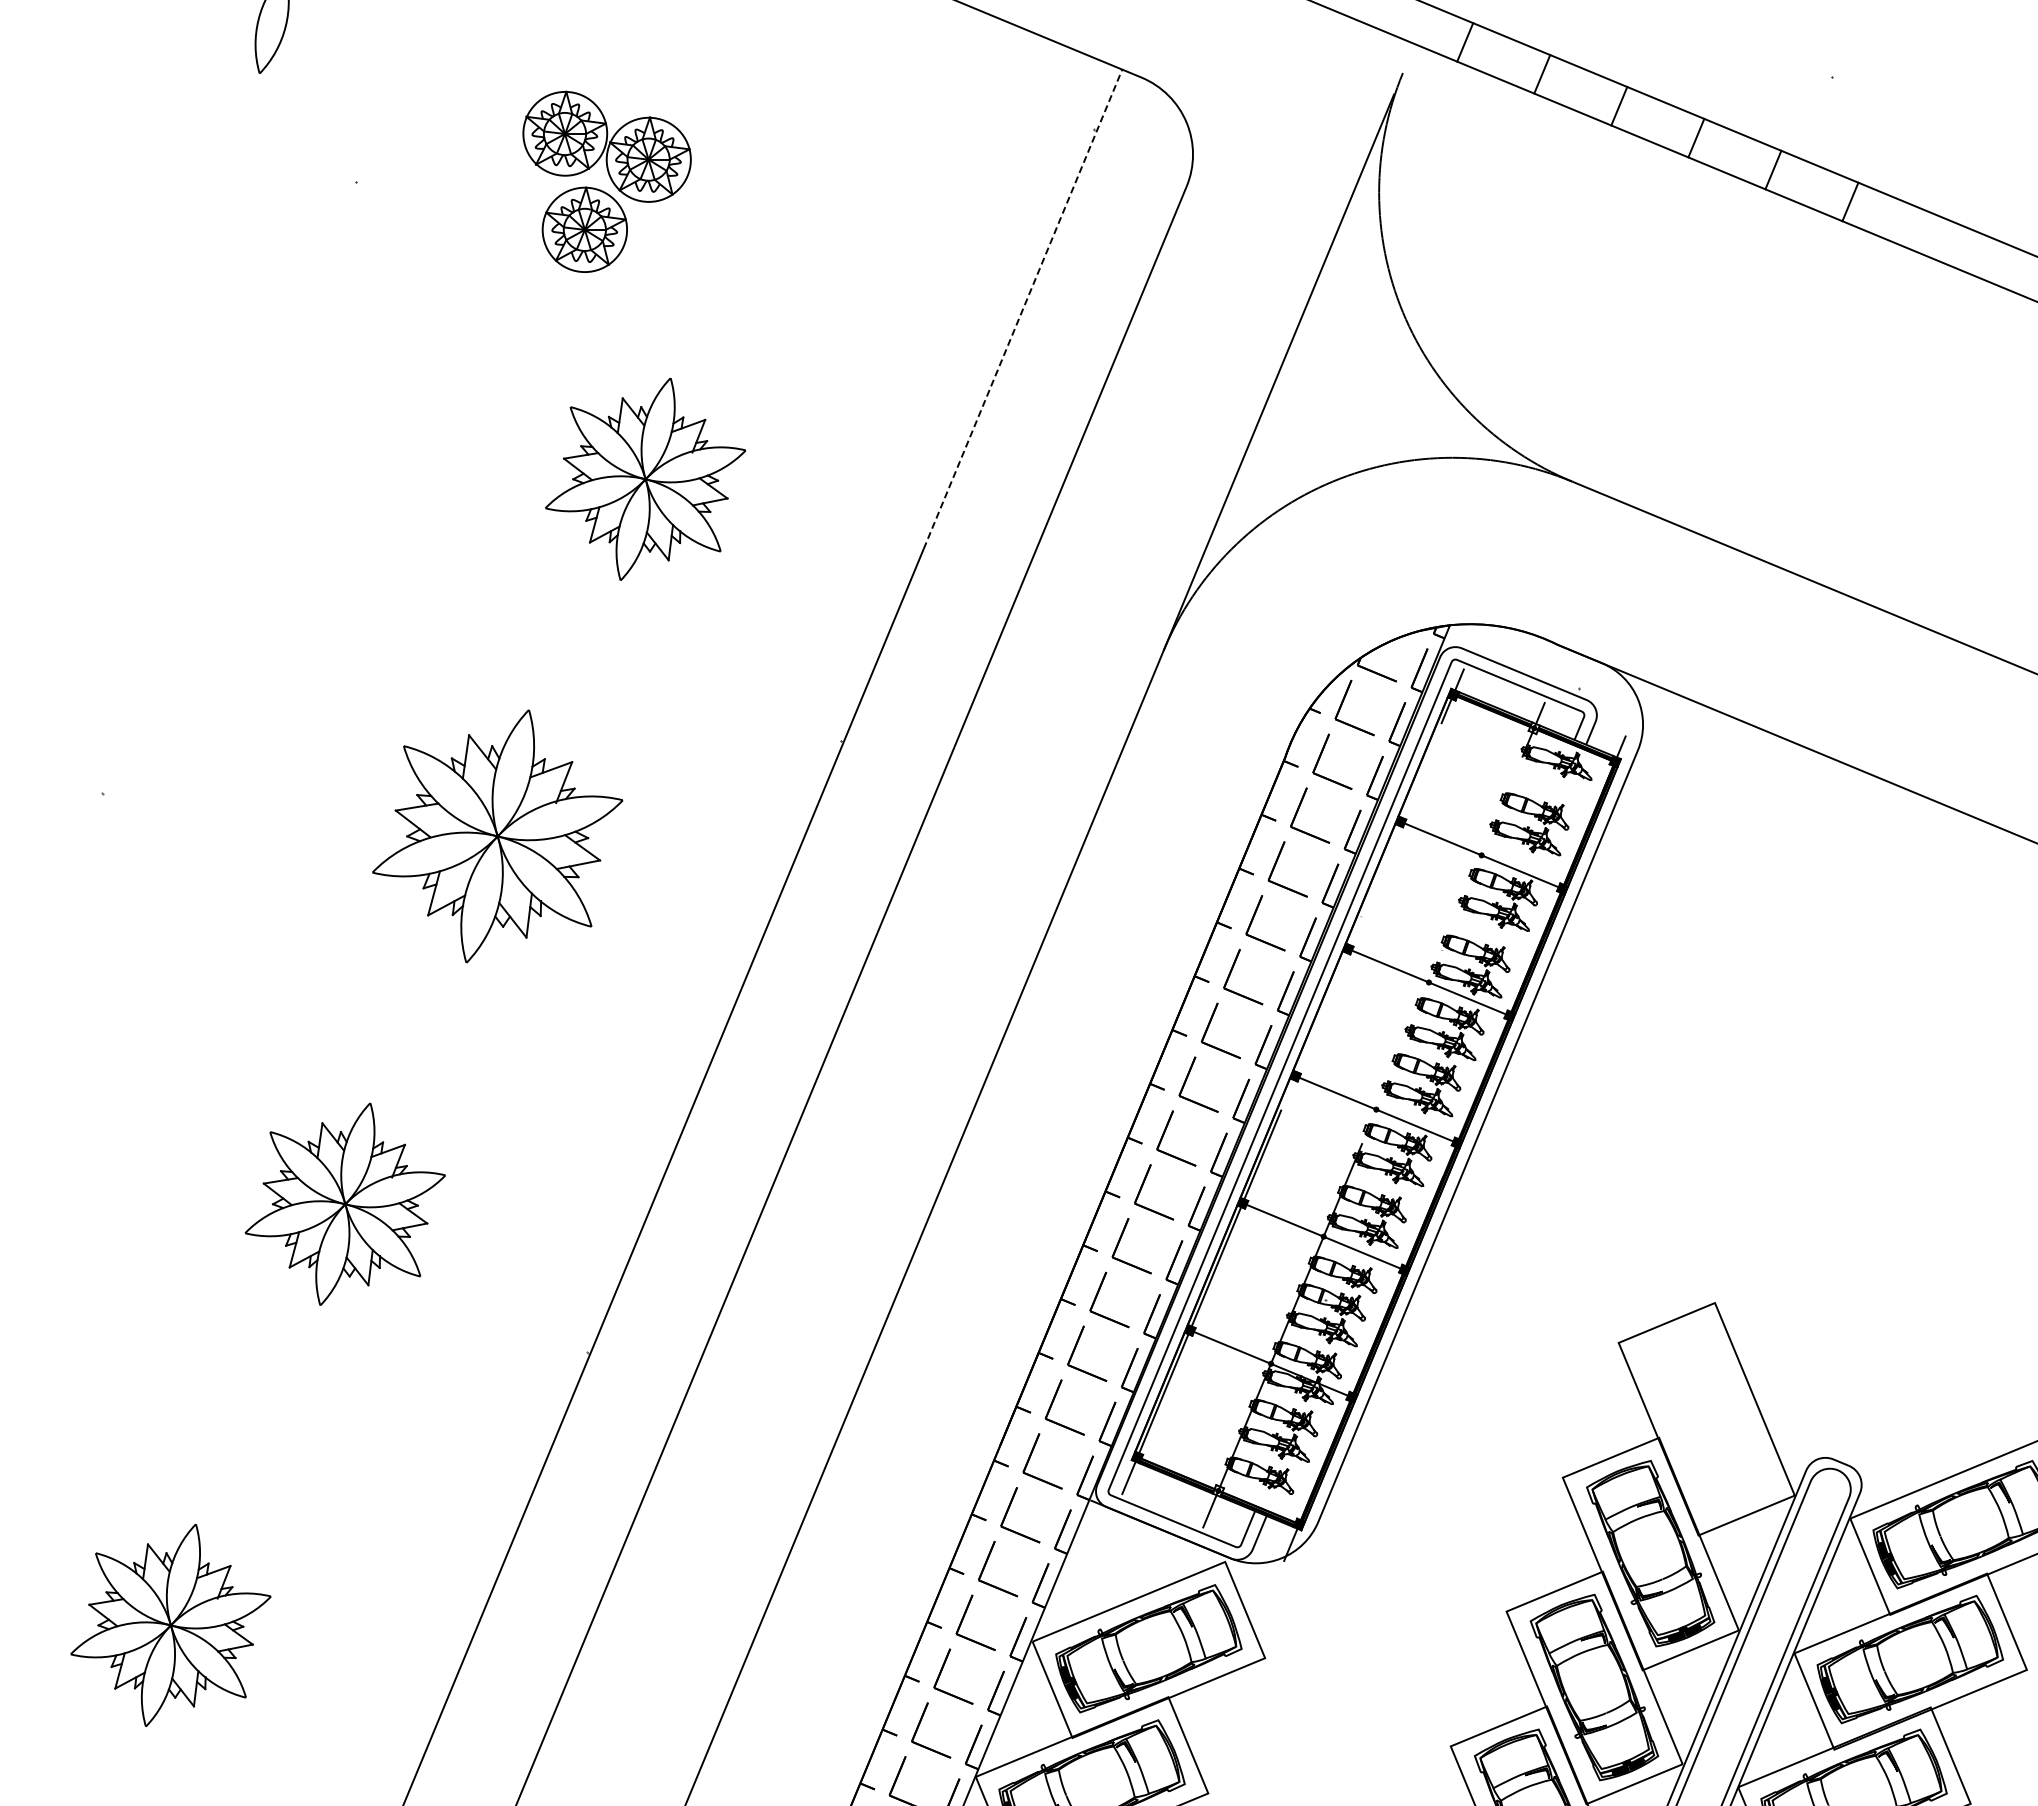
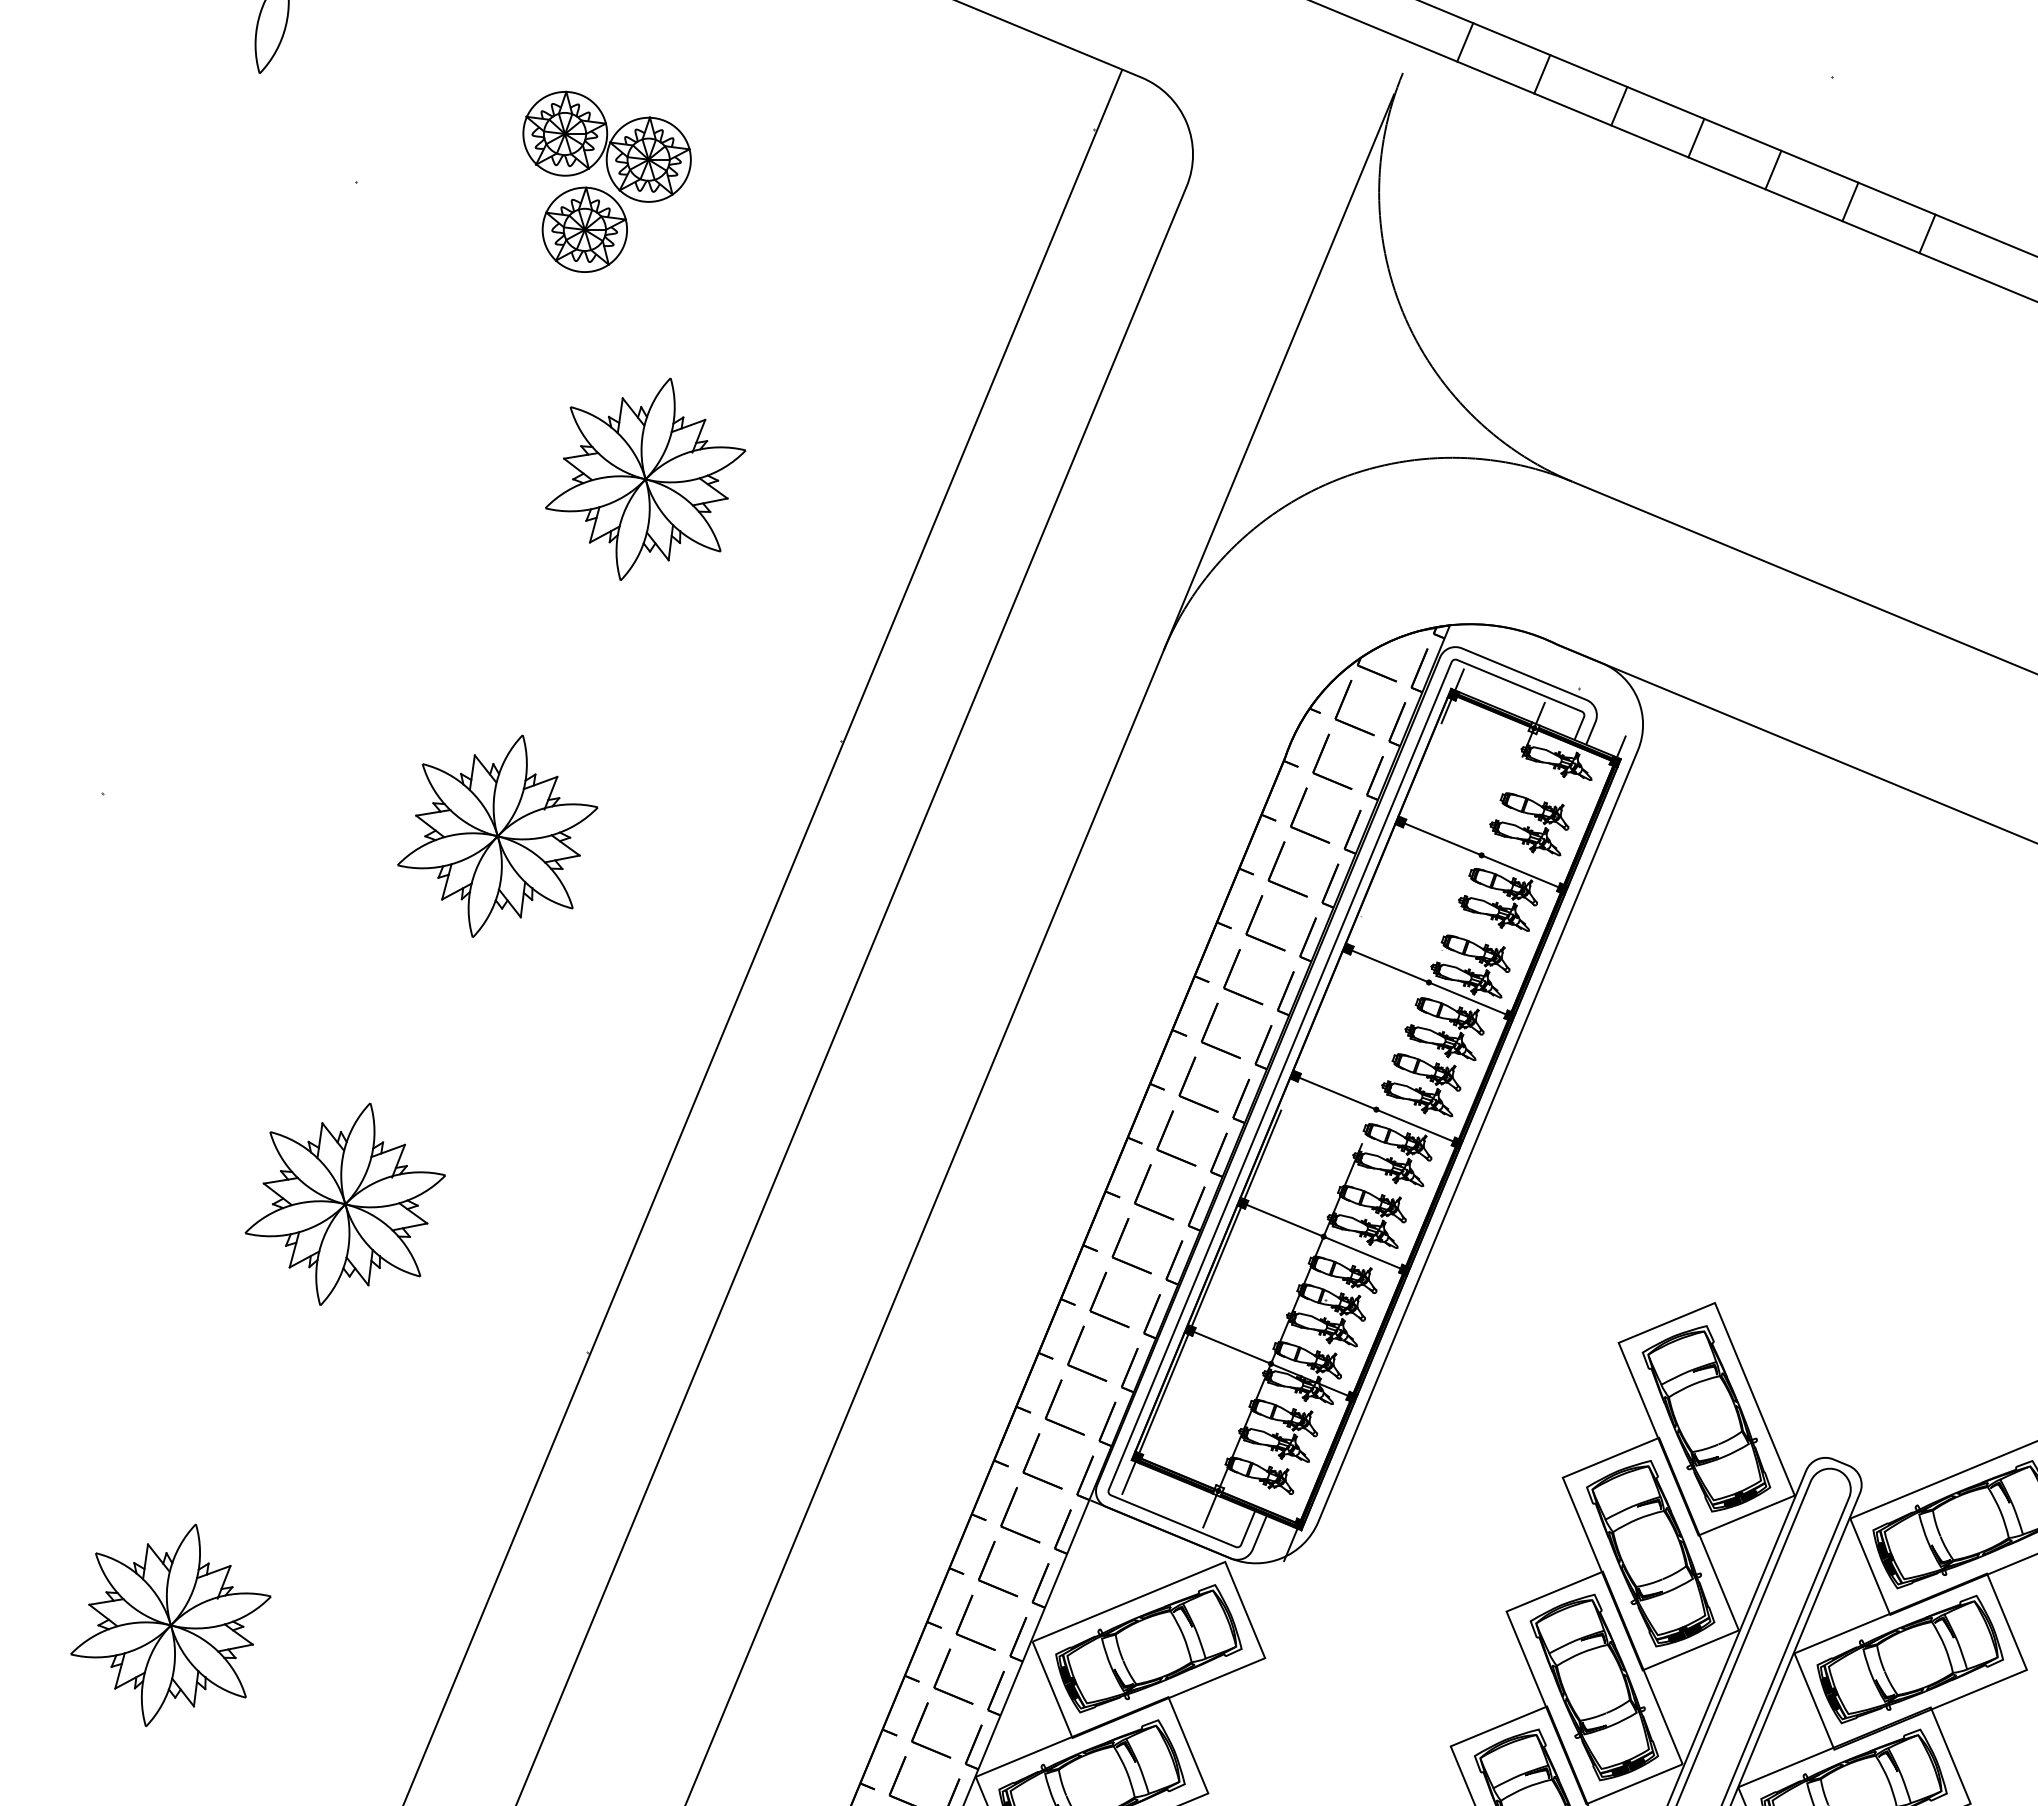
line at (1927, 233): none -> present
line at (1023, 308): dashed -> solid
part at (497, 836) size: 252x255 px -> 202x204 px
part at (1706, 1418): none -> present
